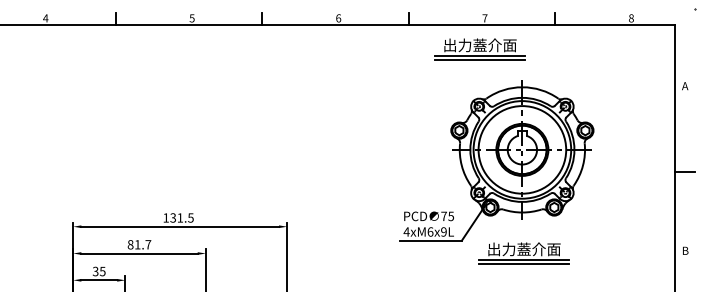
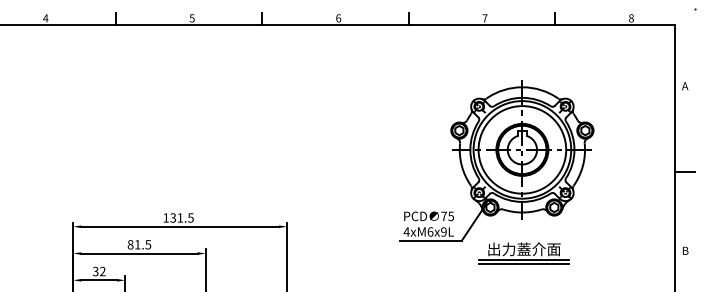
part at (479, 49): present -> none
text at (148, 244): 81.7 -> 81.5
text at (102, 271): 35 -> 32
